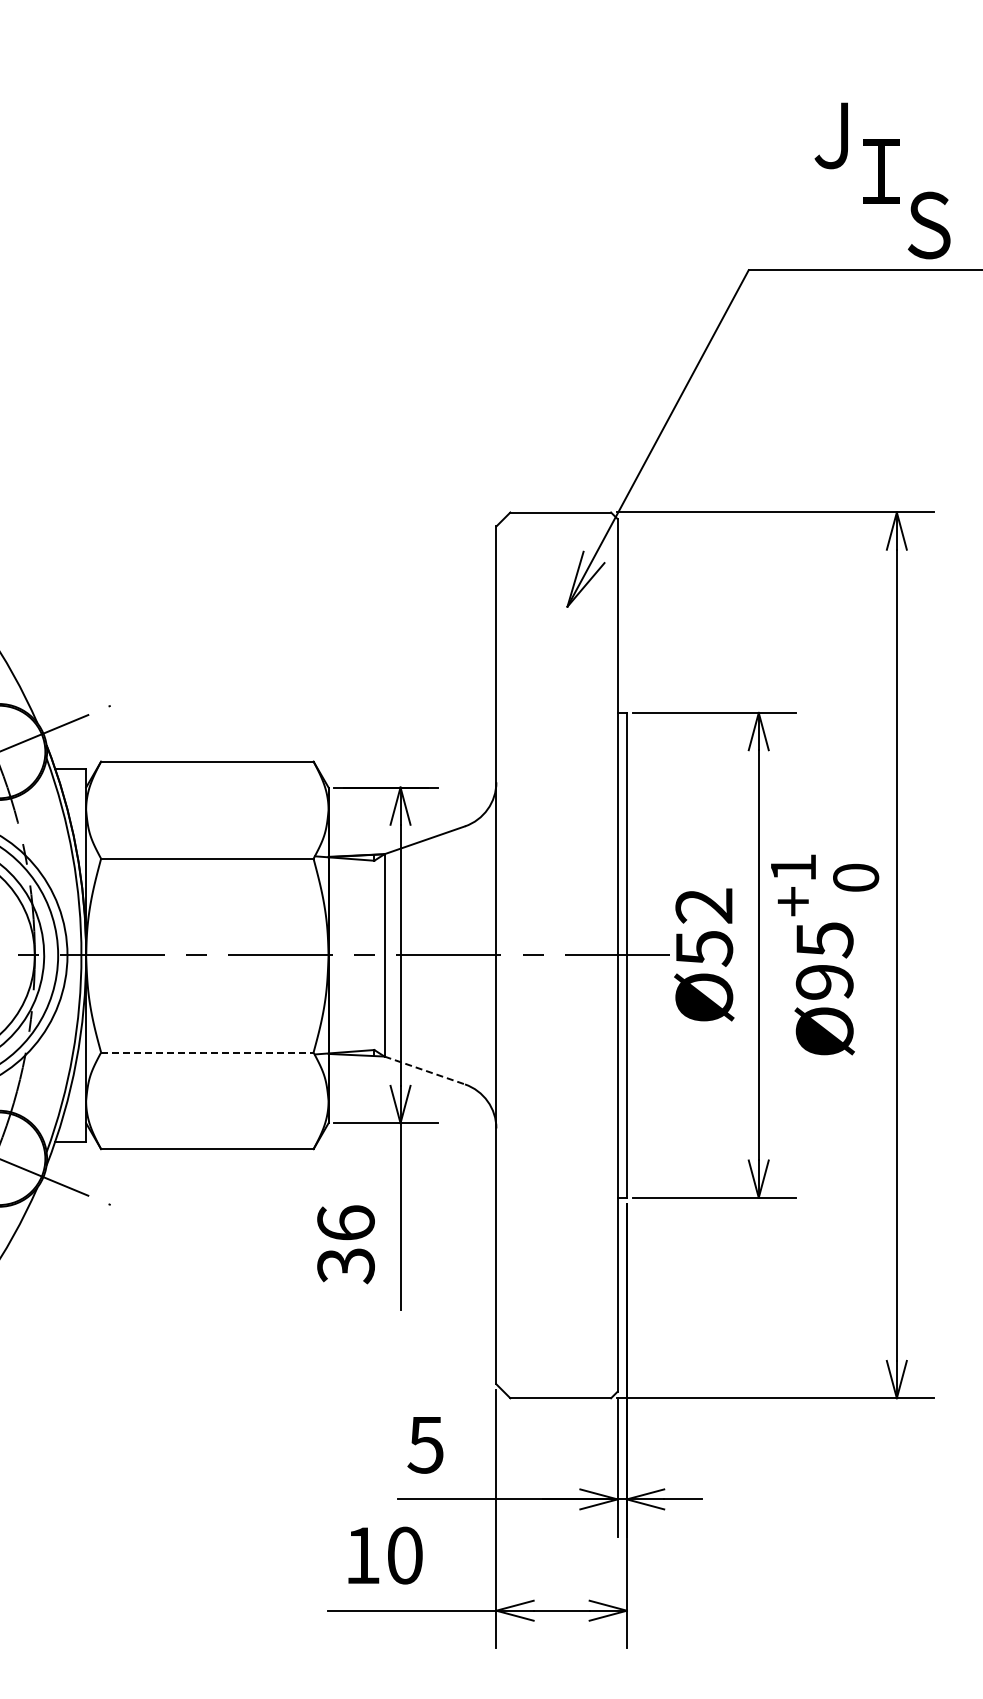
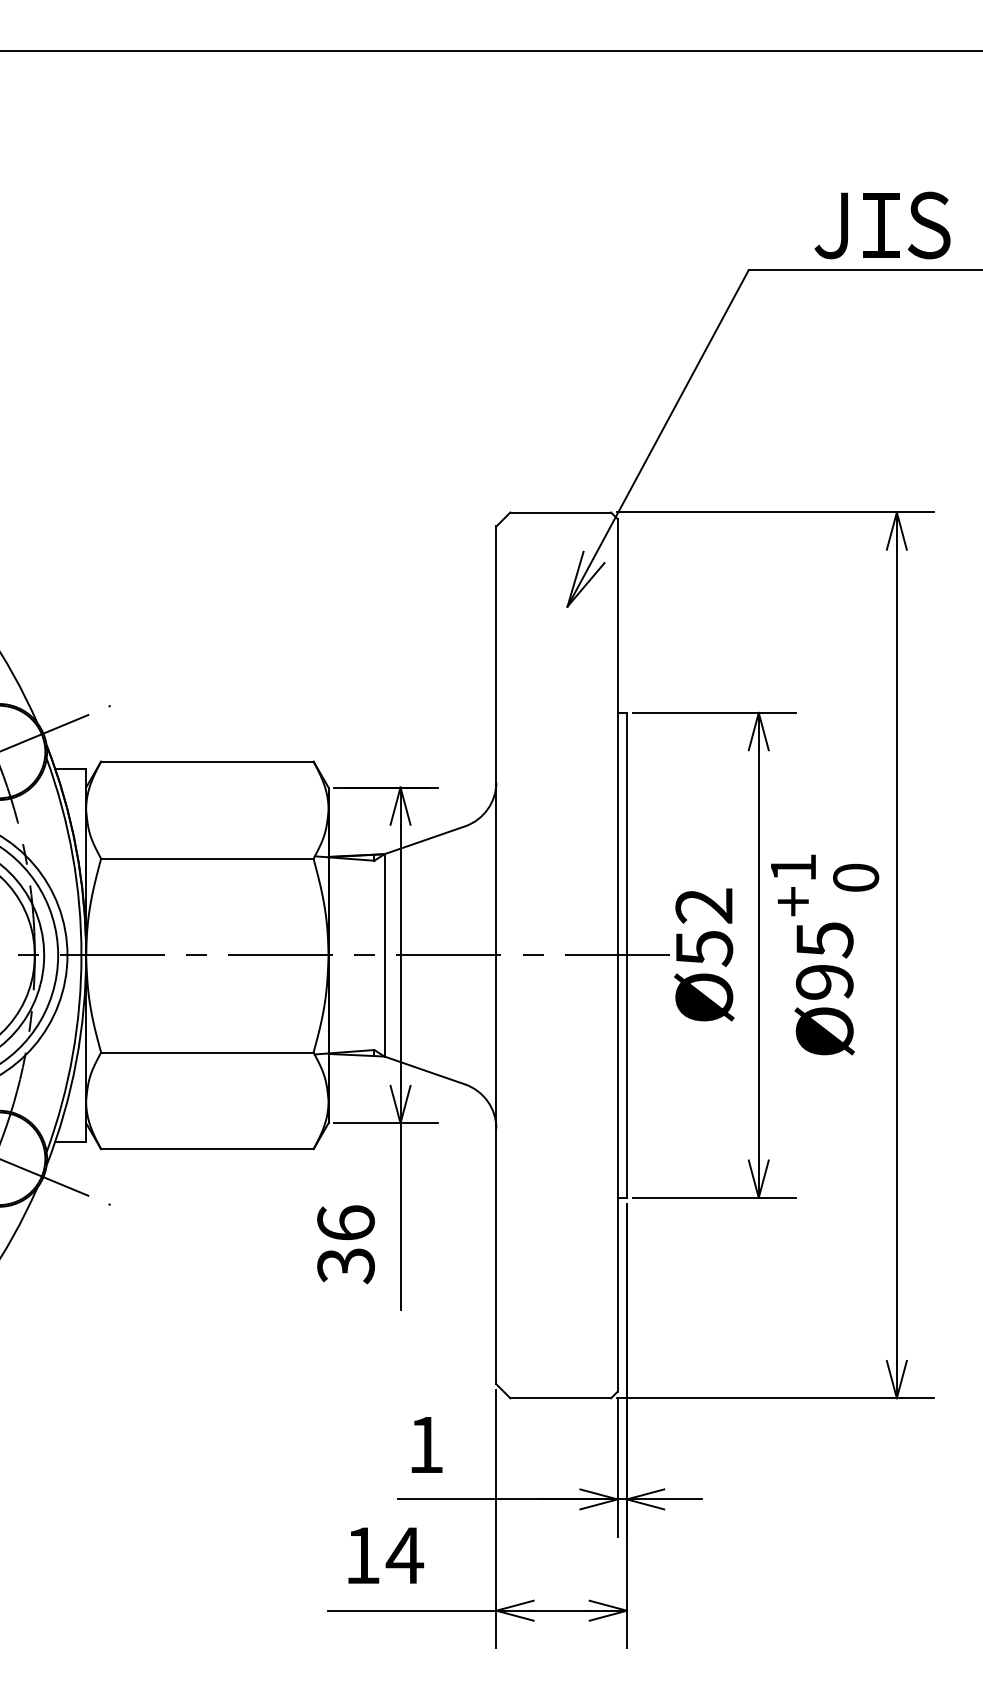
line at (490, 50): none -> present
text at (830, 135) position: (830, 135) -> (830, 225)
text at (881, 171) position: (881, 171) -> (881, 225)
line at (207, 1052): dashed -> solid
line at (424, 1070): dashed -> solid
text at (425, 1445): 5 -> 1
text at (404, 1555): 10 -> 14
